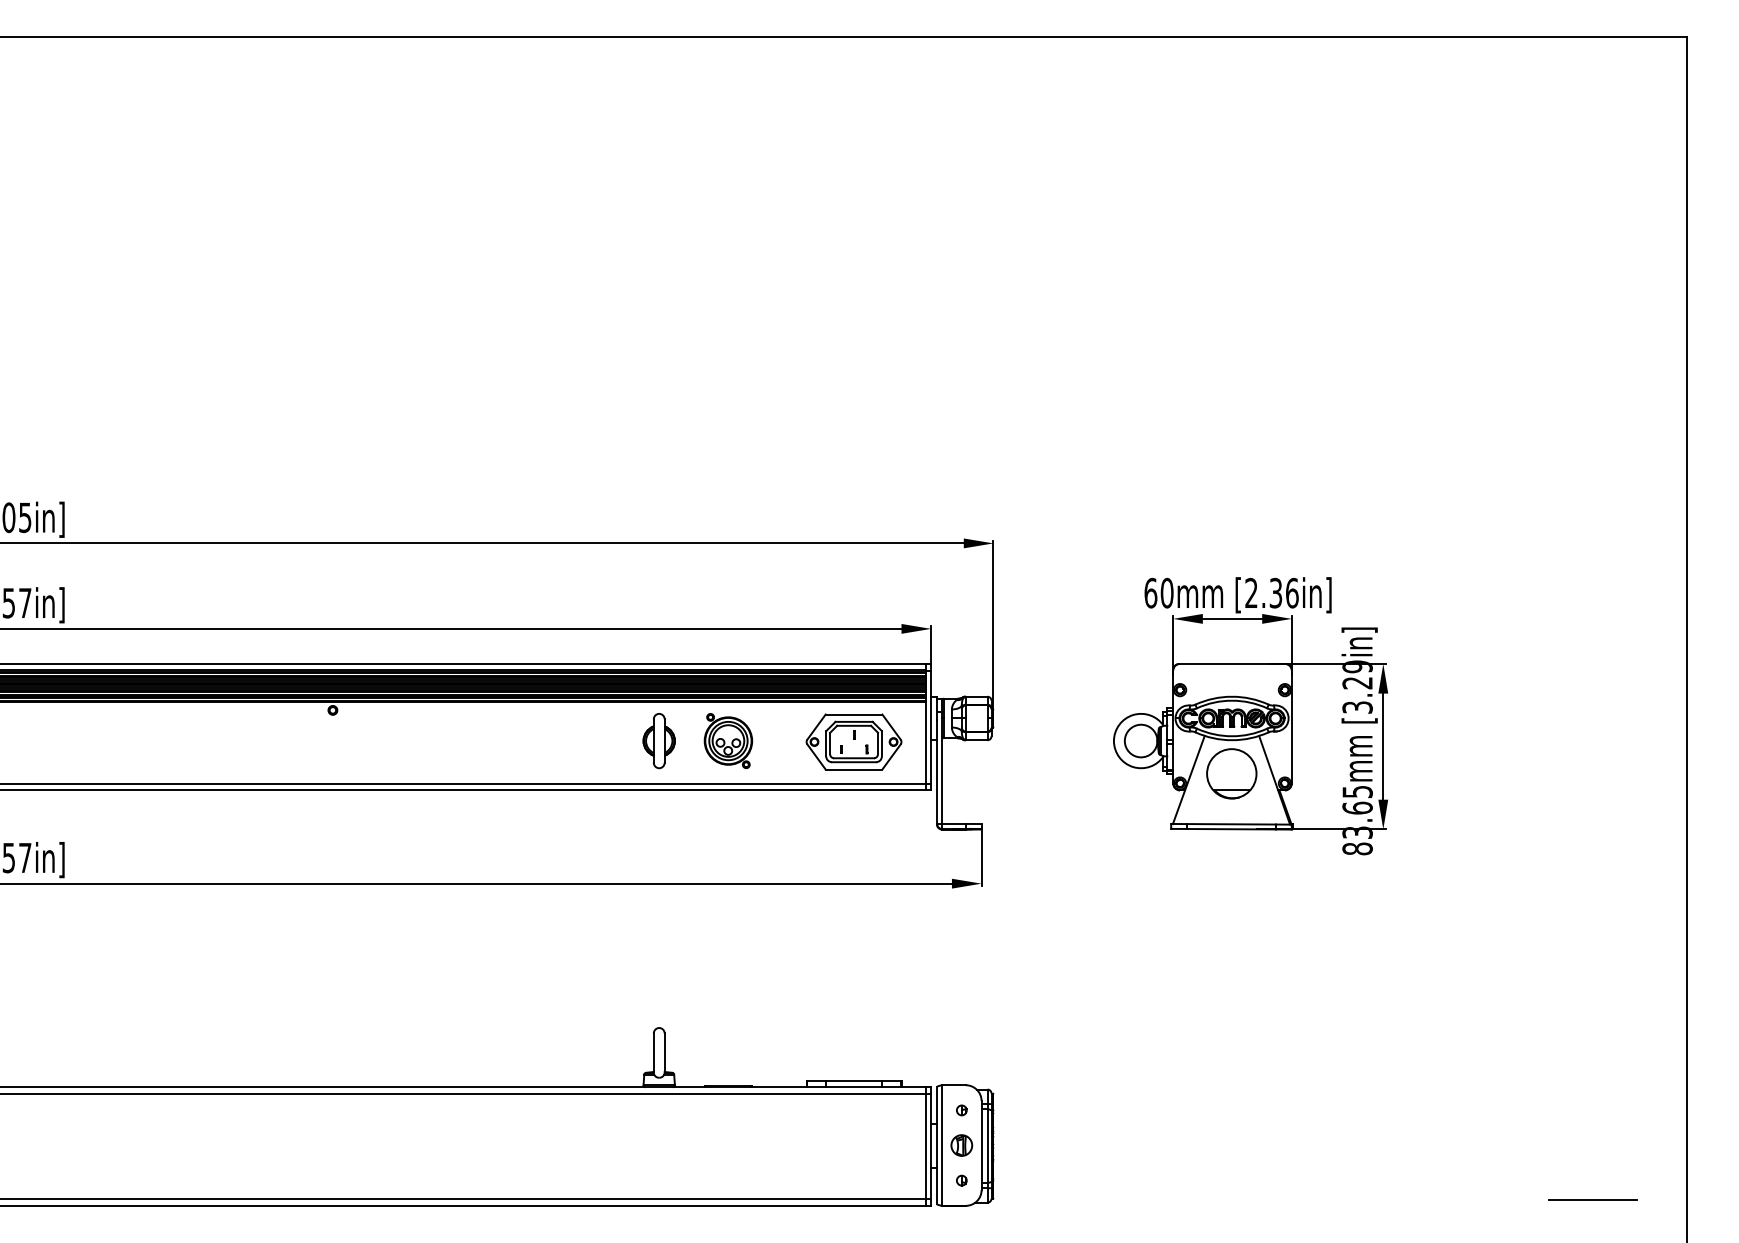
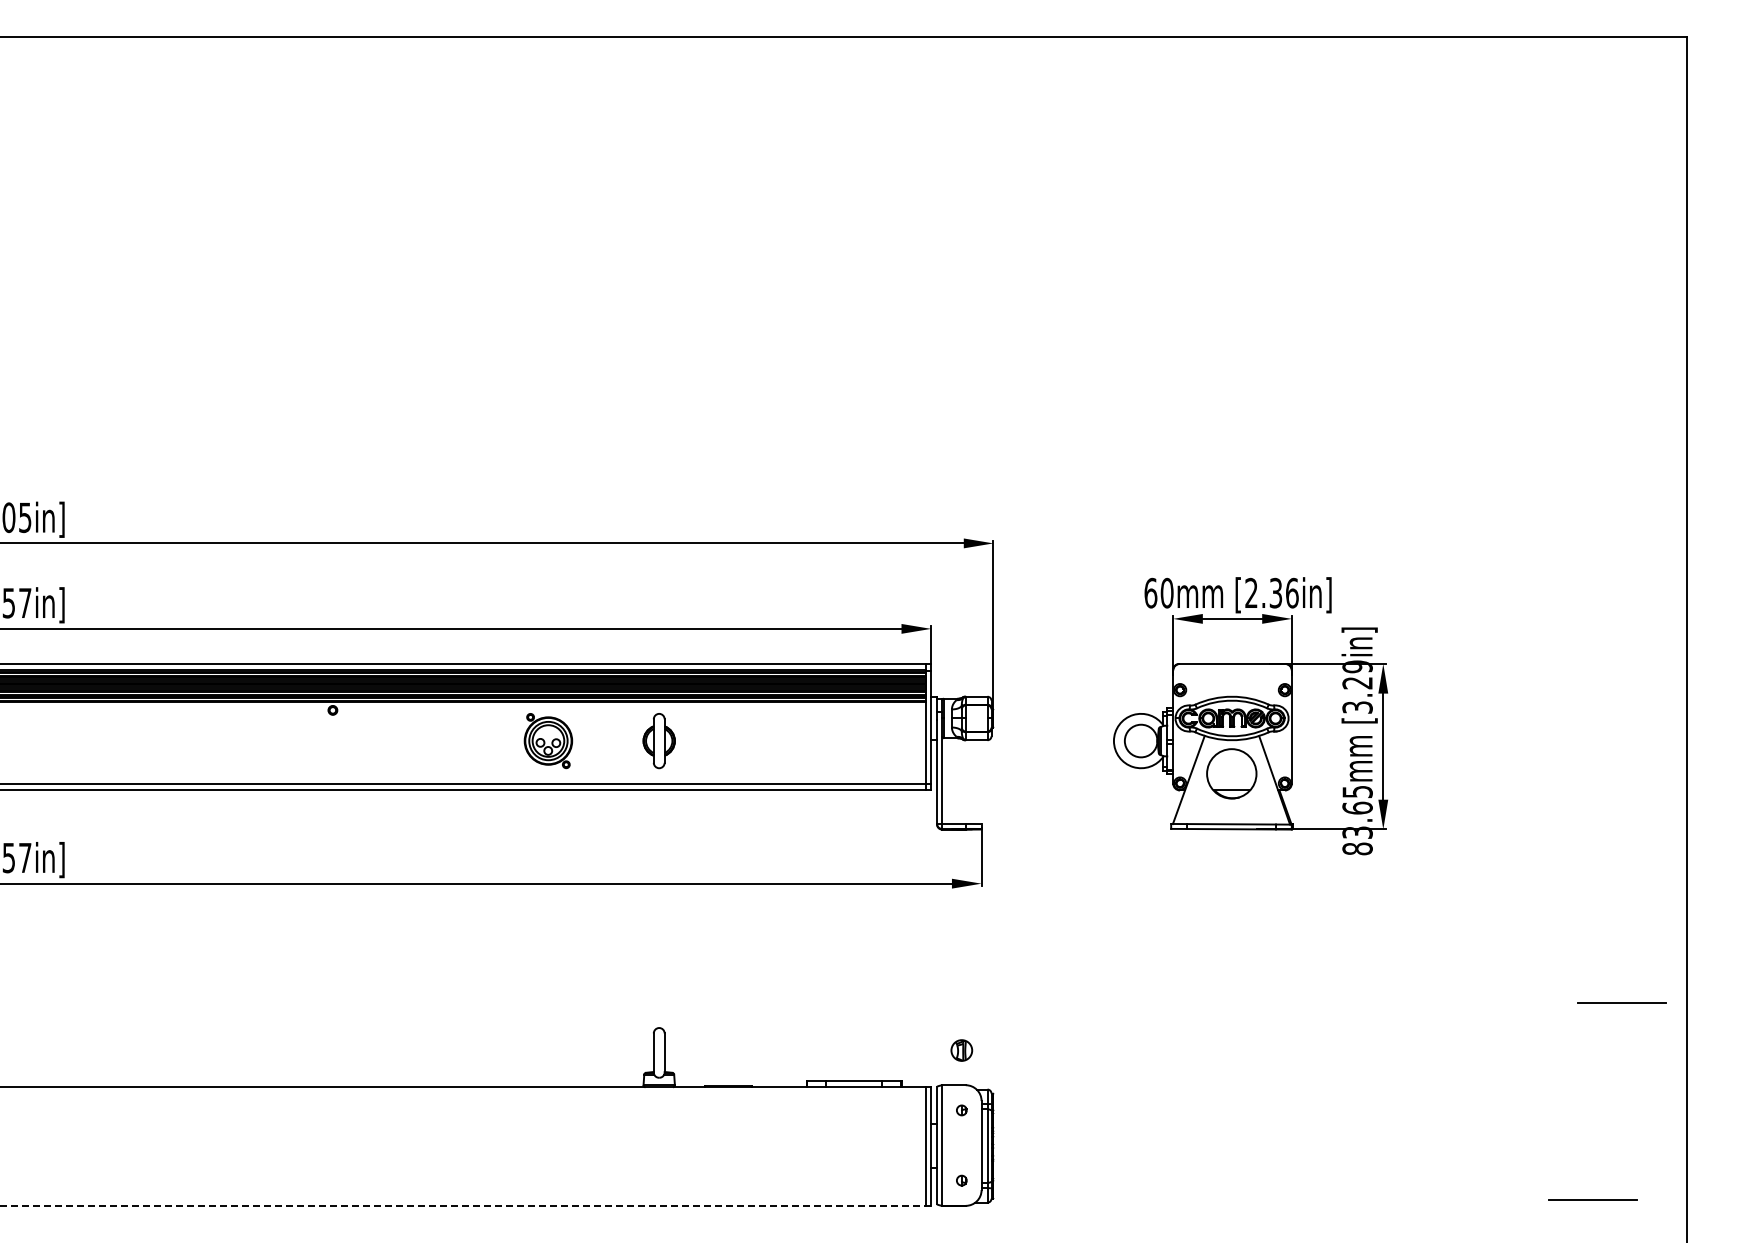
part at (728, 741) position: (728, 741) -> (548, 741)
part at (853, 741): present -> none
line at (1621, 1002): none -> present
line at (466, 1094): present -> none
part at (961, 1145) position: (961, 1145) -> (961, 1050)
line at (466, 1198): present -> none
line at (466, 1205): solid -> dashed
